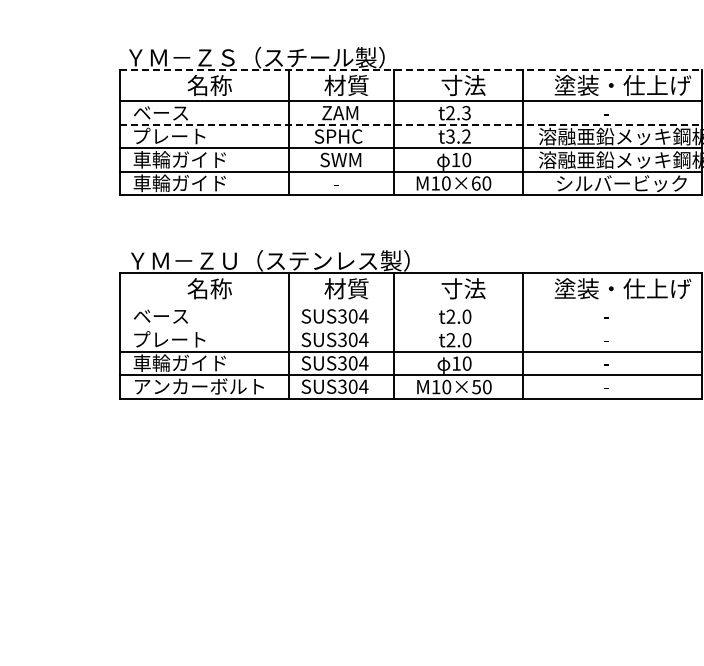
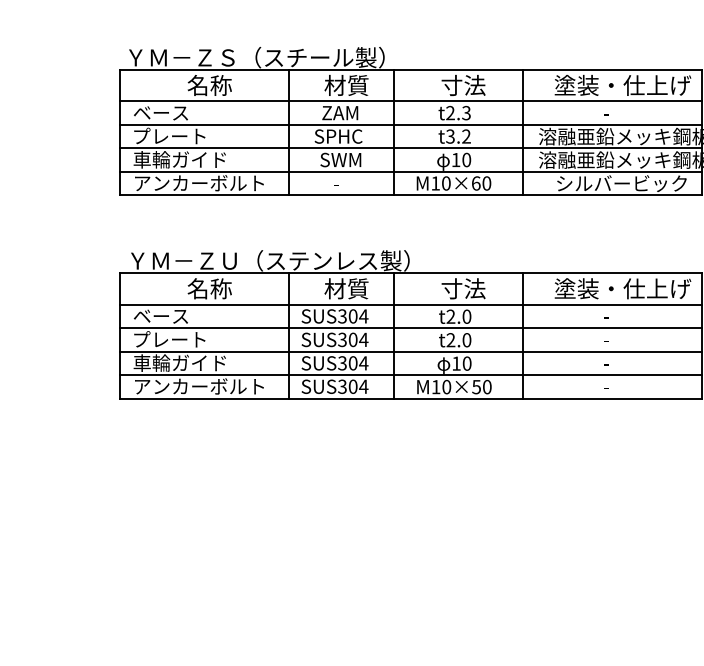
line at (411, 70): dashed -> solid
line at (411, 124): dashed -> solid
text at (198, 183): 車輪ガイド -> アンカーボルト
line at (410, 304): none -> present
line at (410, 328): none -> present
